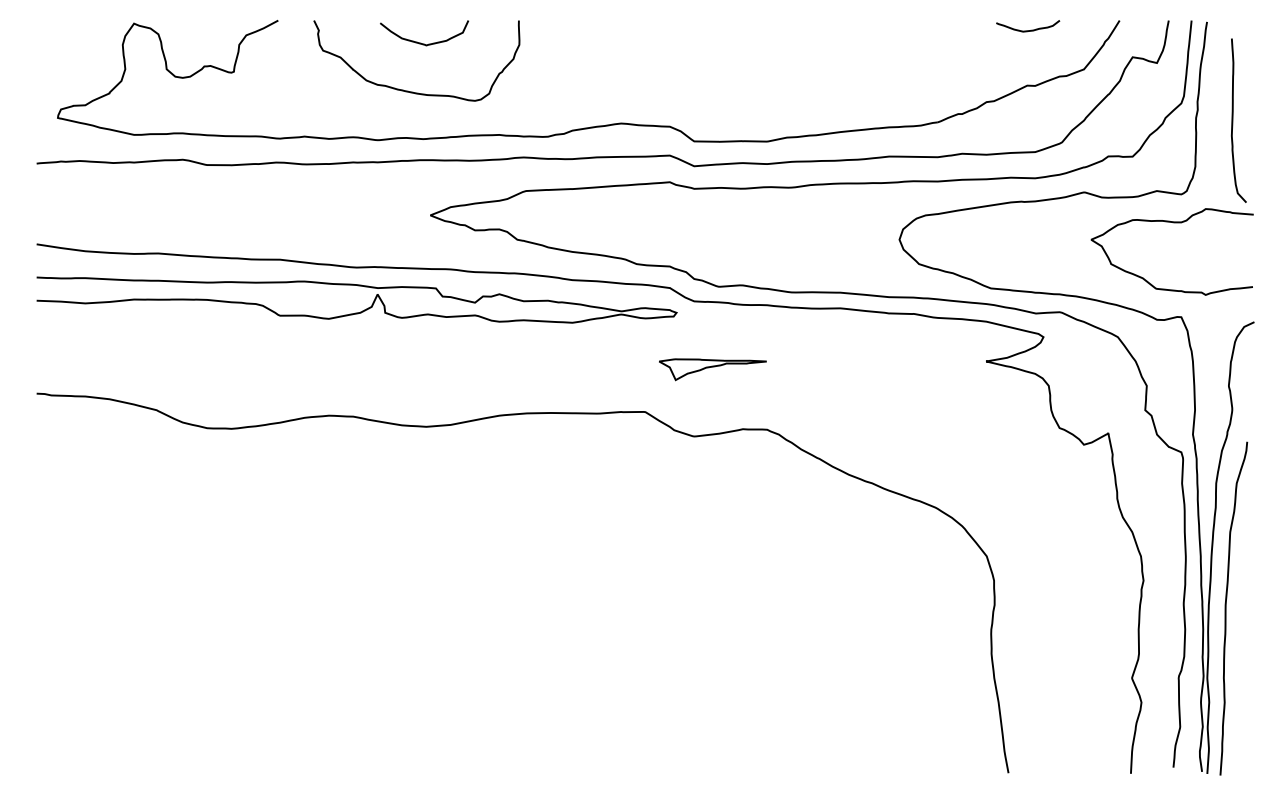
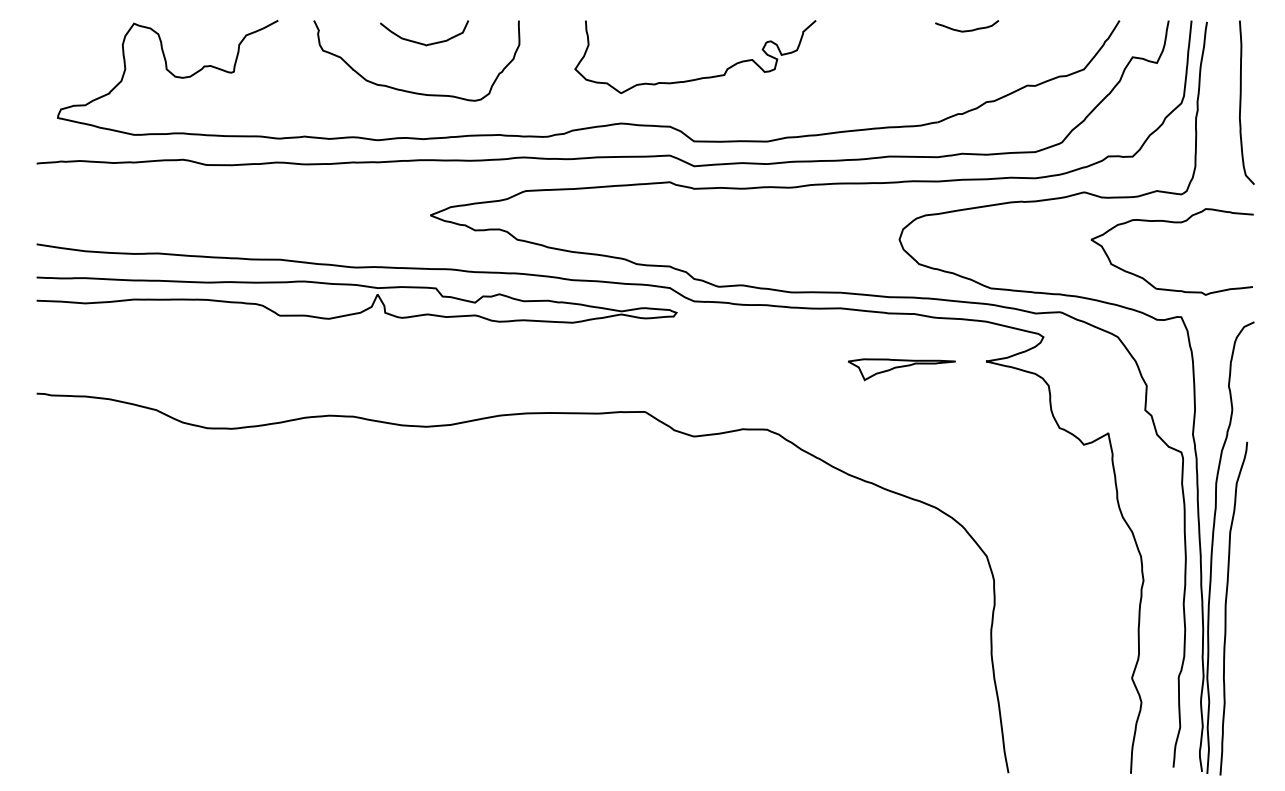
curve at (1028, 30) position: (1028, 30) -> (967, 30)
curve at (700, 77): none -> present
curve at (1233, 120) position: (1233, 120) -> (1241, 102)
part at (712, 369) position: (712, 369) -> (901, 369)
